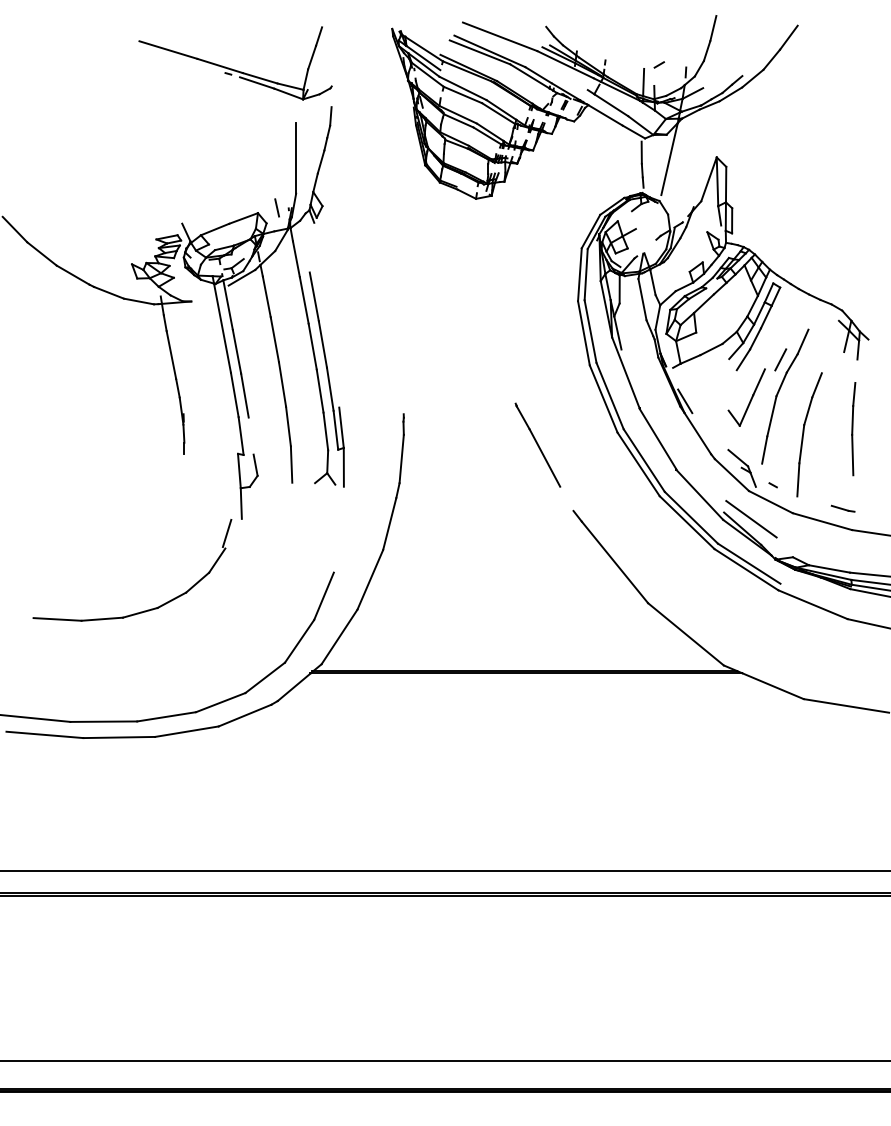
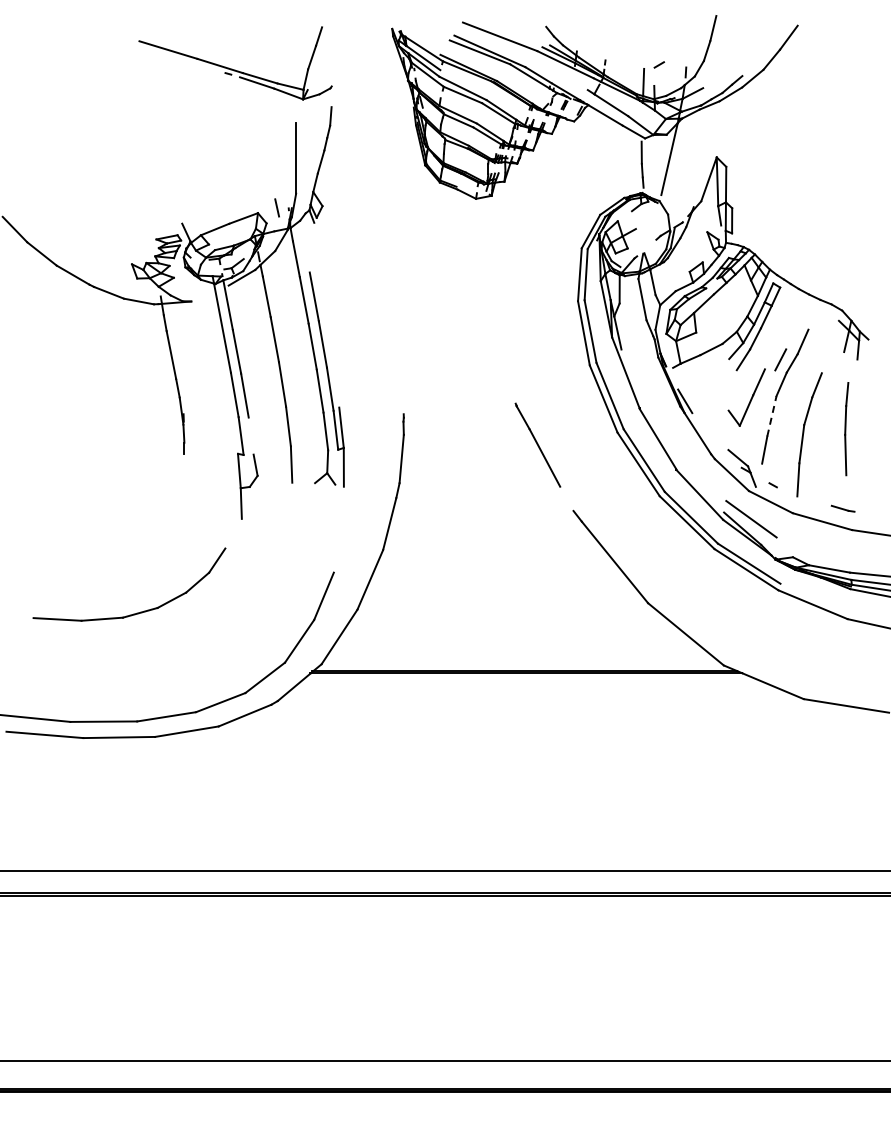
line at (771, 416): solid -> dashed
part at (853, 429) position: (853, 429) -> (846, 429)
line at (226, 533): present -> none
